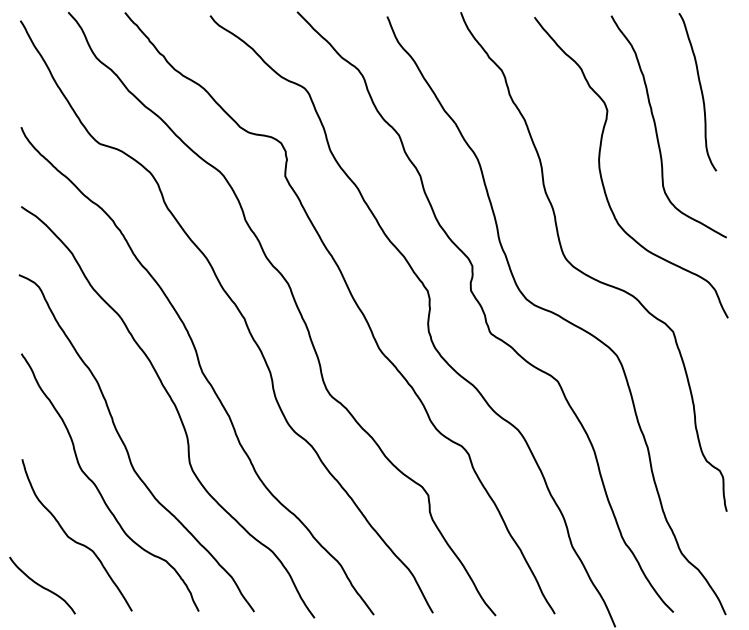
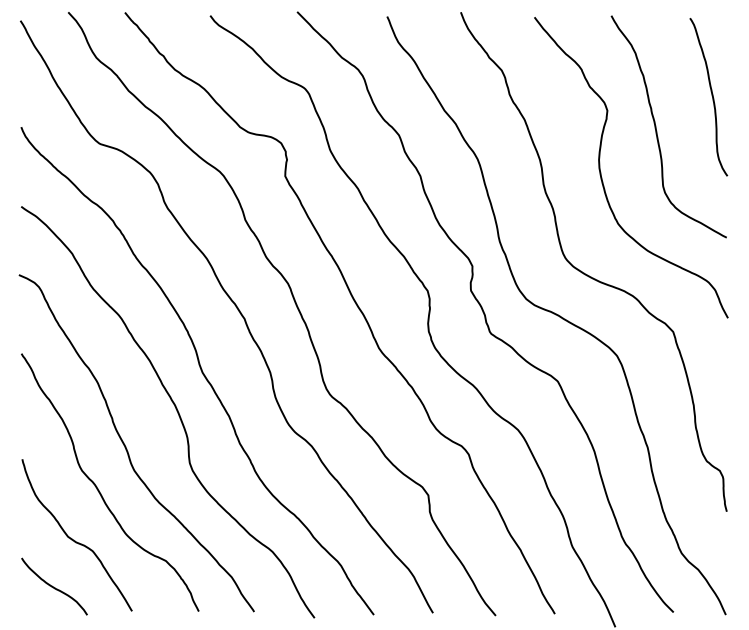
curve at (700, 90) position: (700, 90) -> (711, 95)
curve at (41, 585) position: (41, 585) -> (53, 586)
